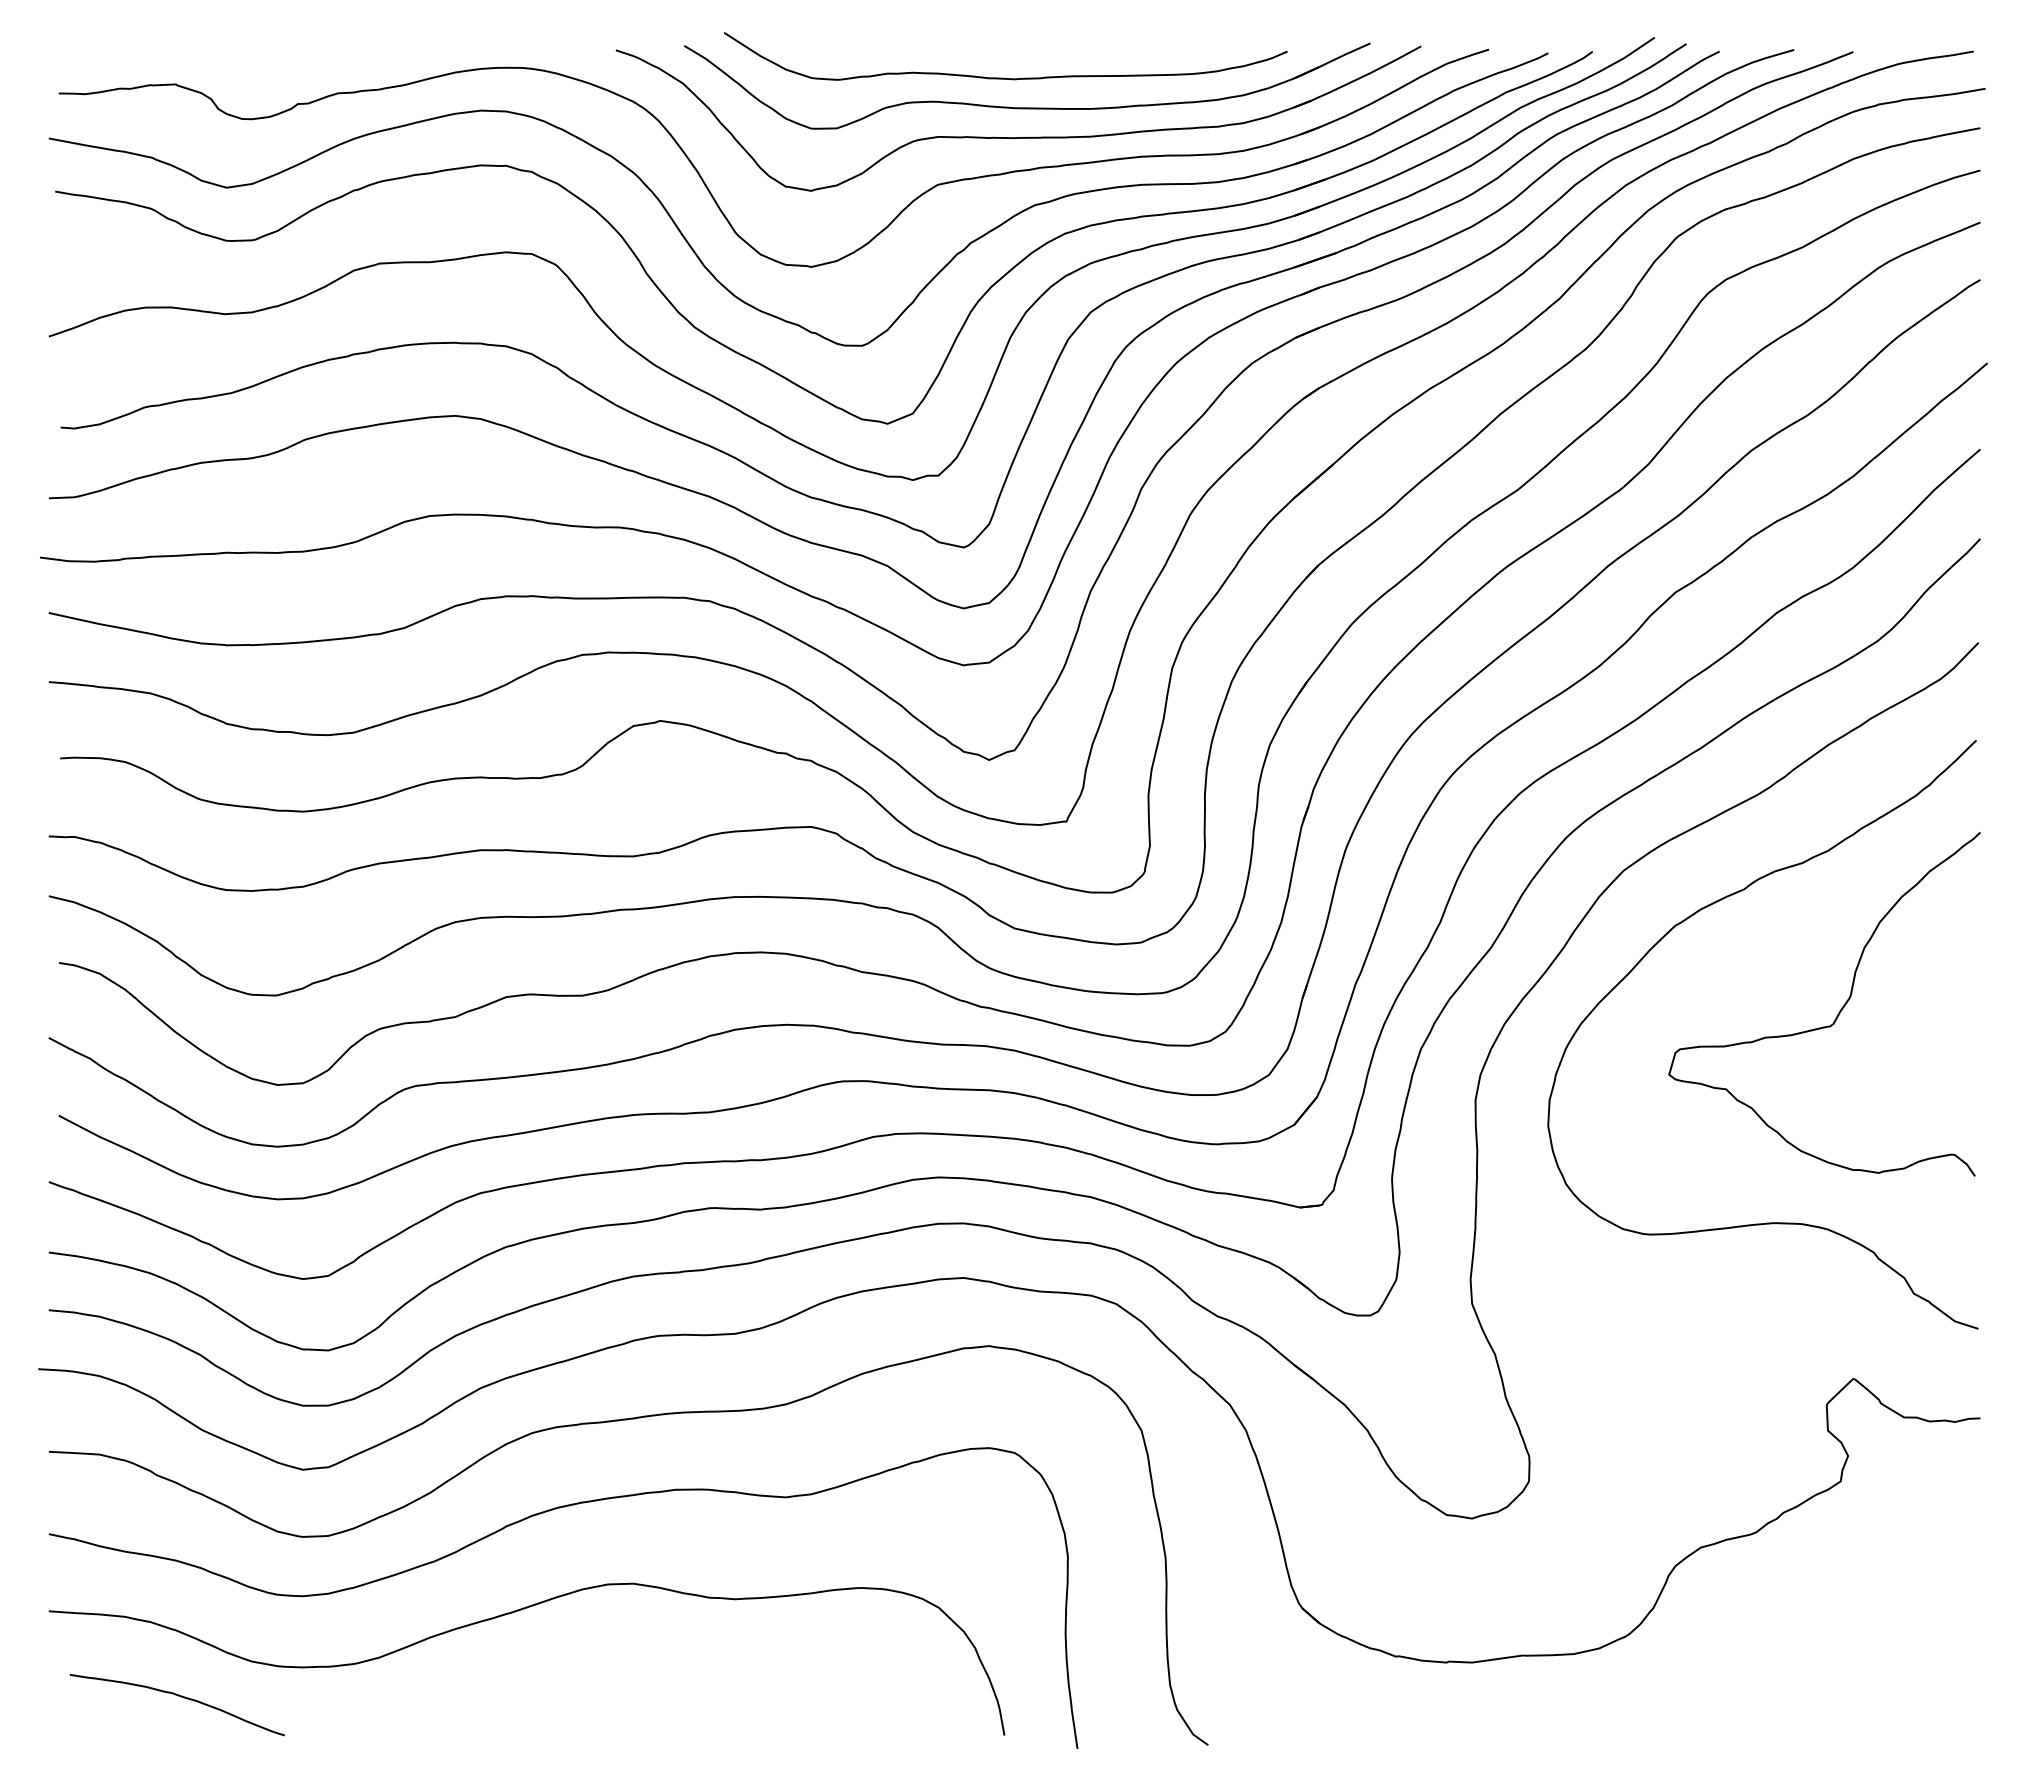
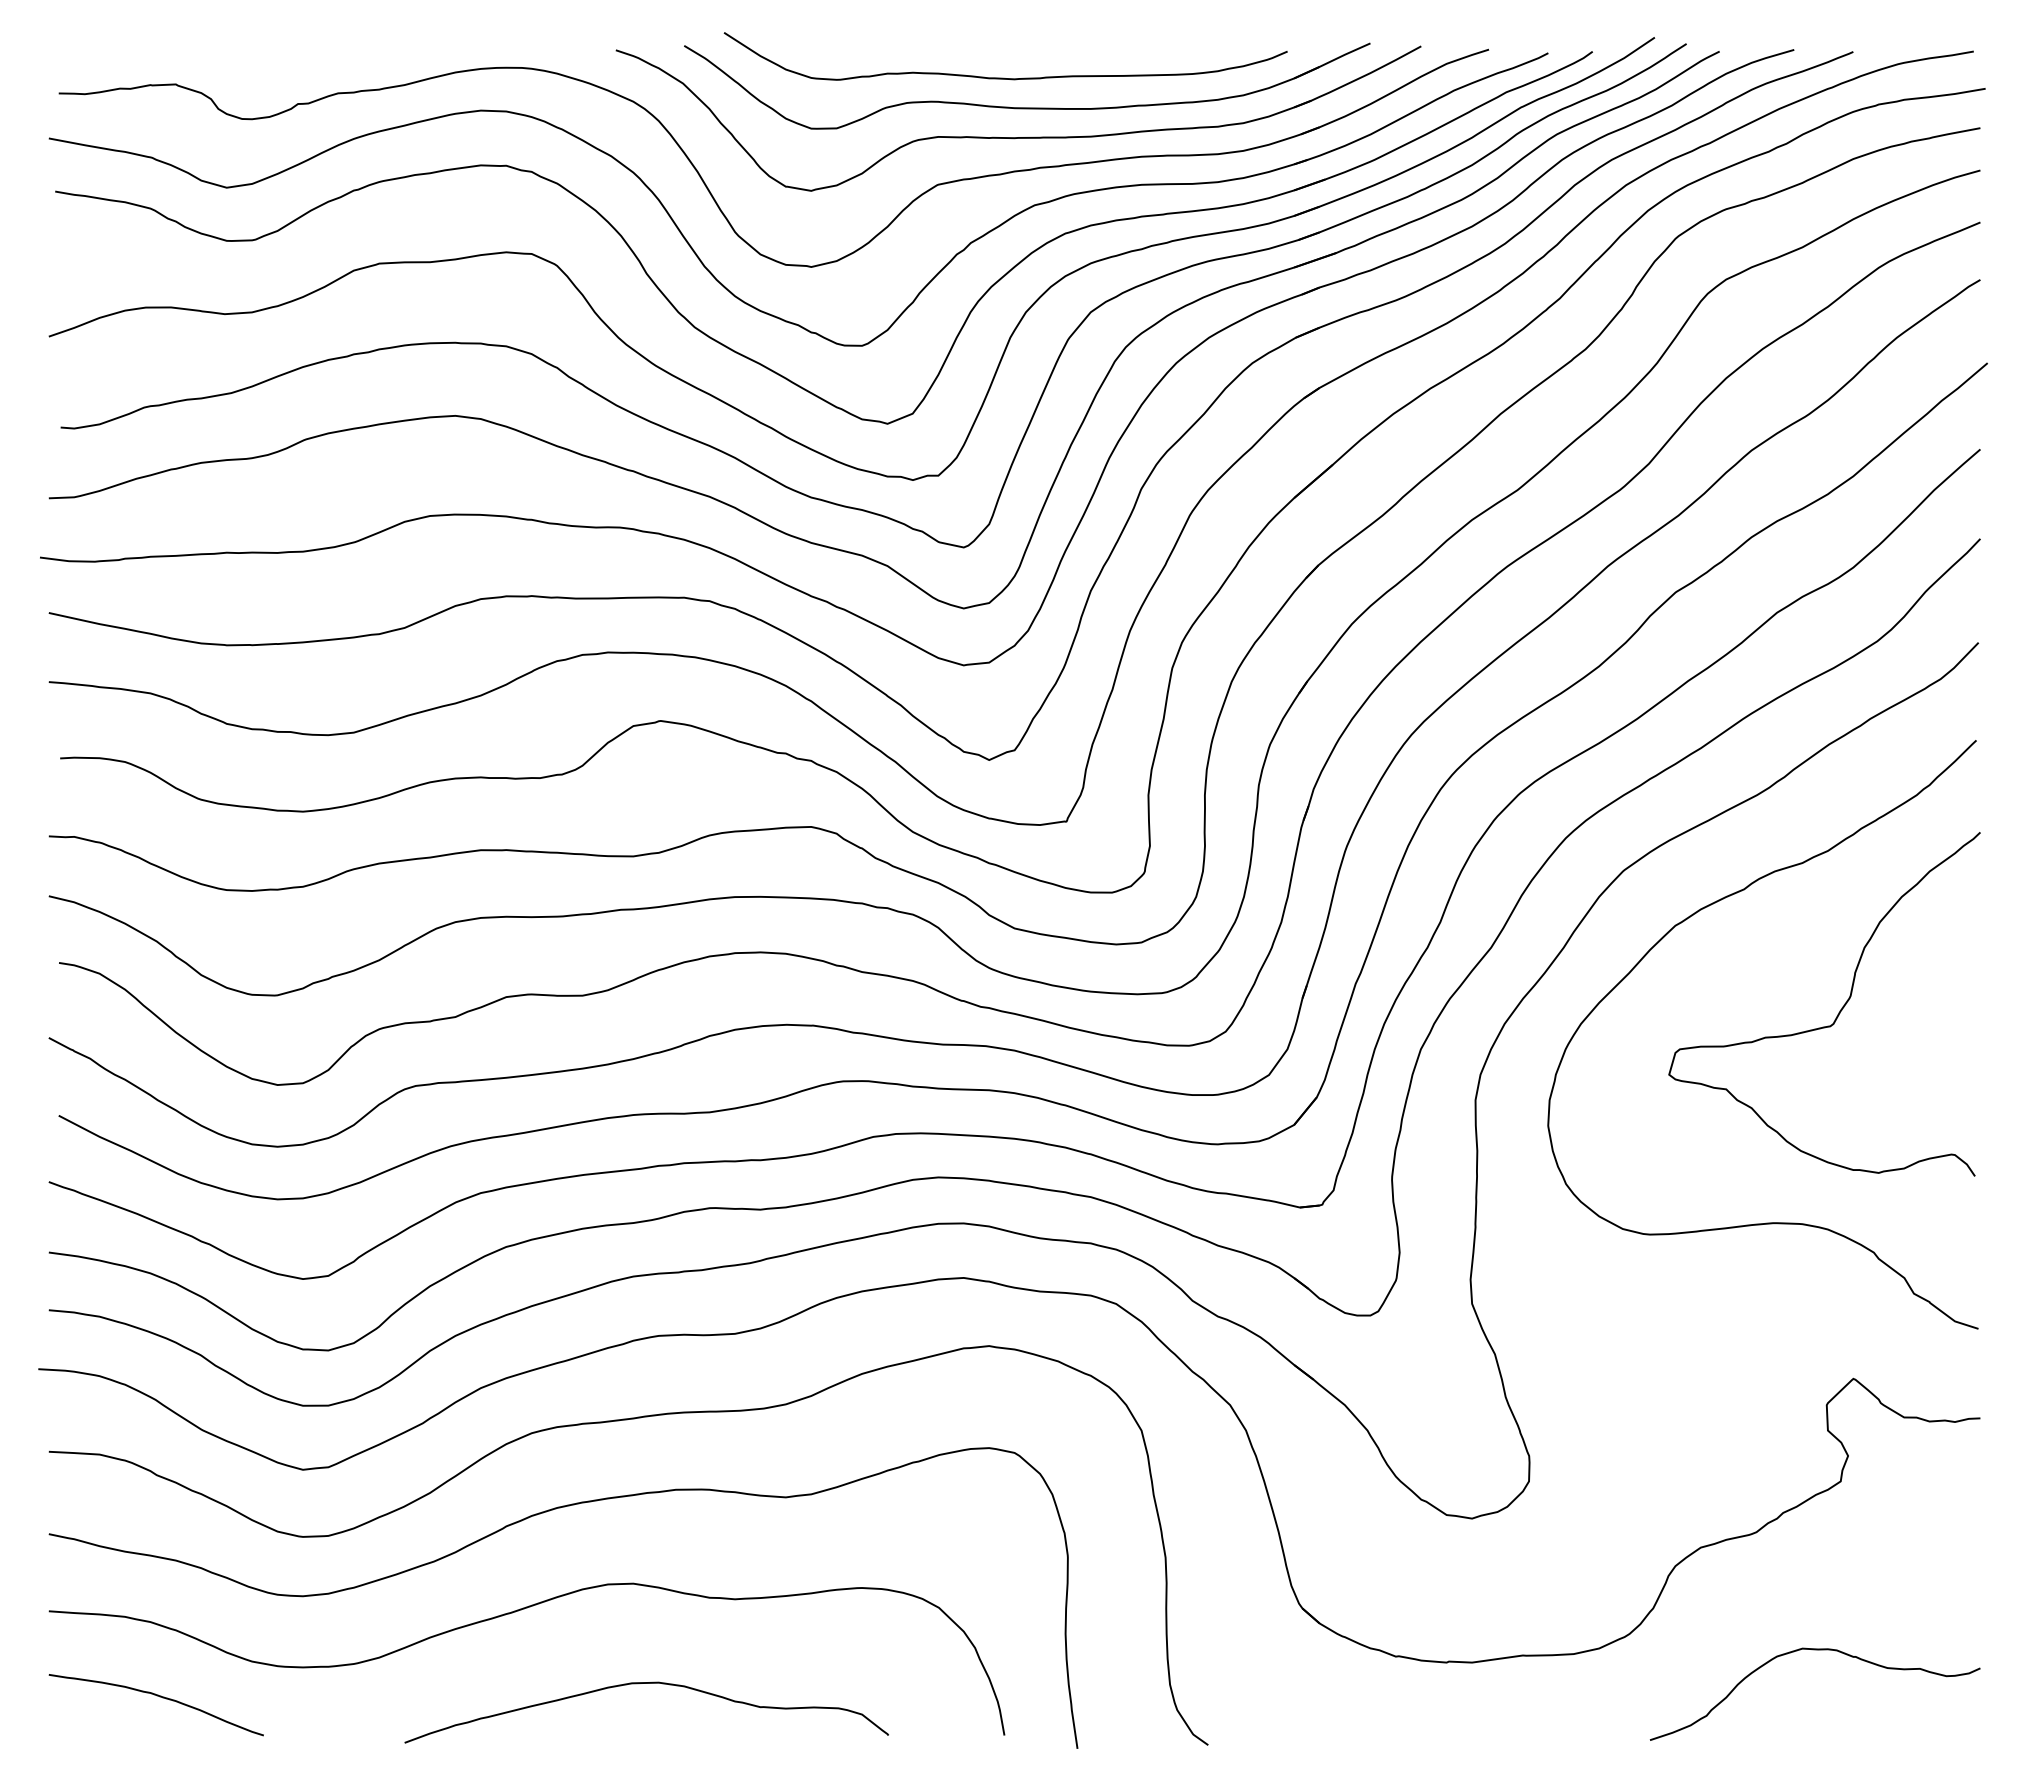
curve at (1815, 1650): none -> present
curve at (646, 1683): none -> present
curve at (180, 1697) position: (180, 1697) -> (159, 1697)
